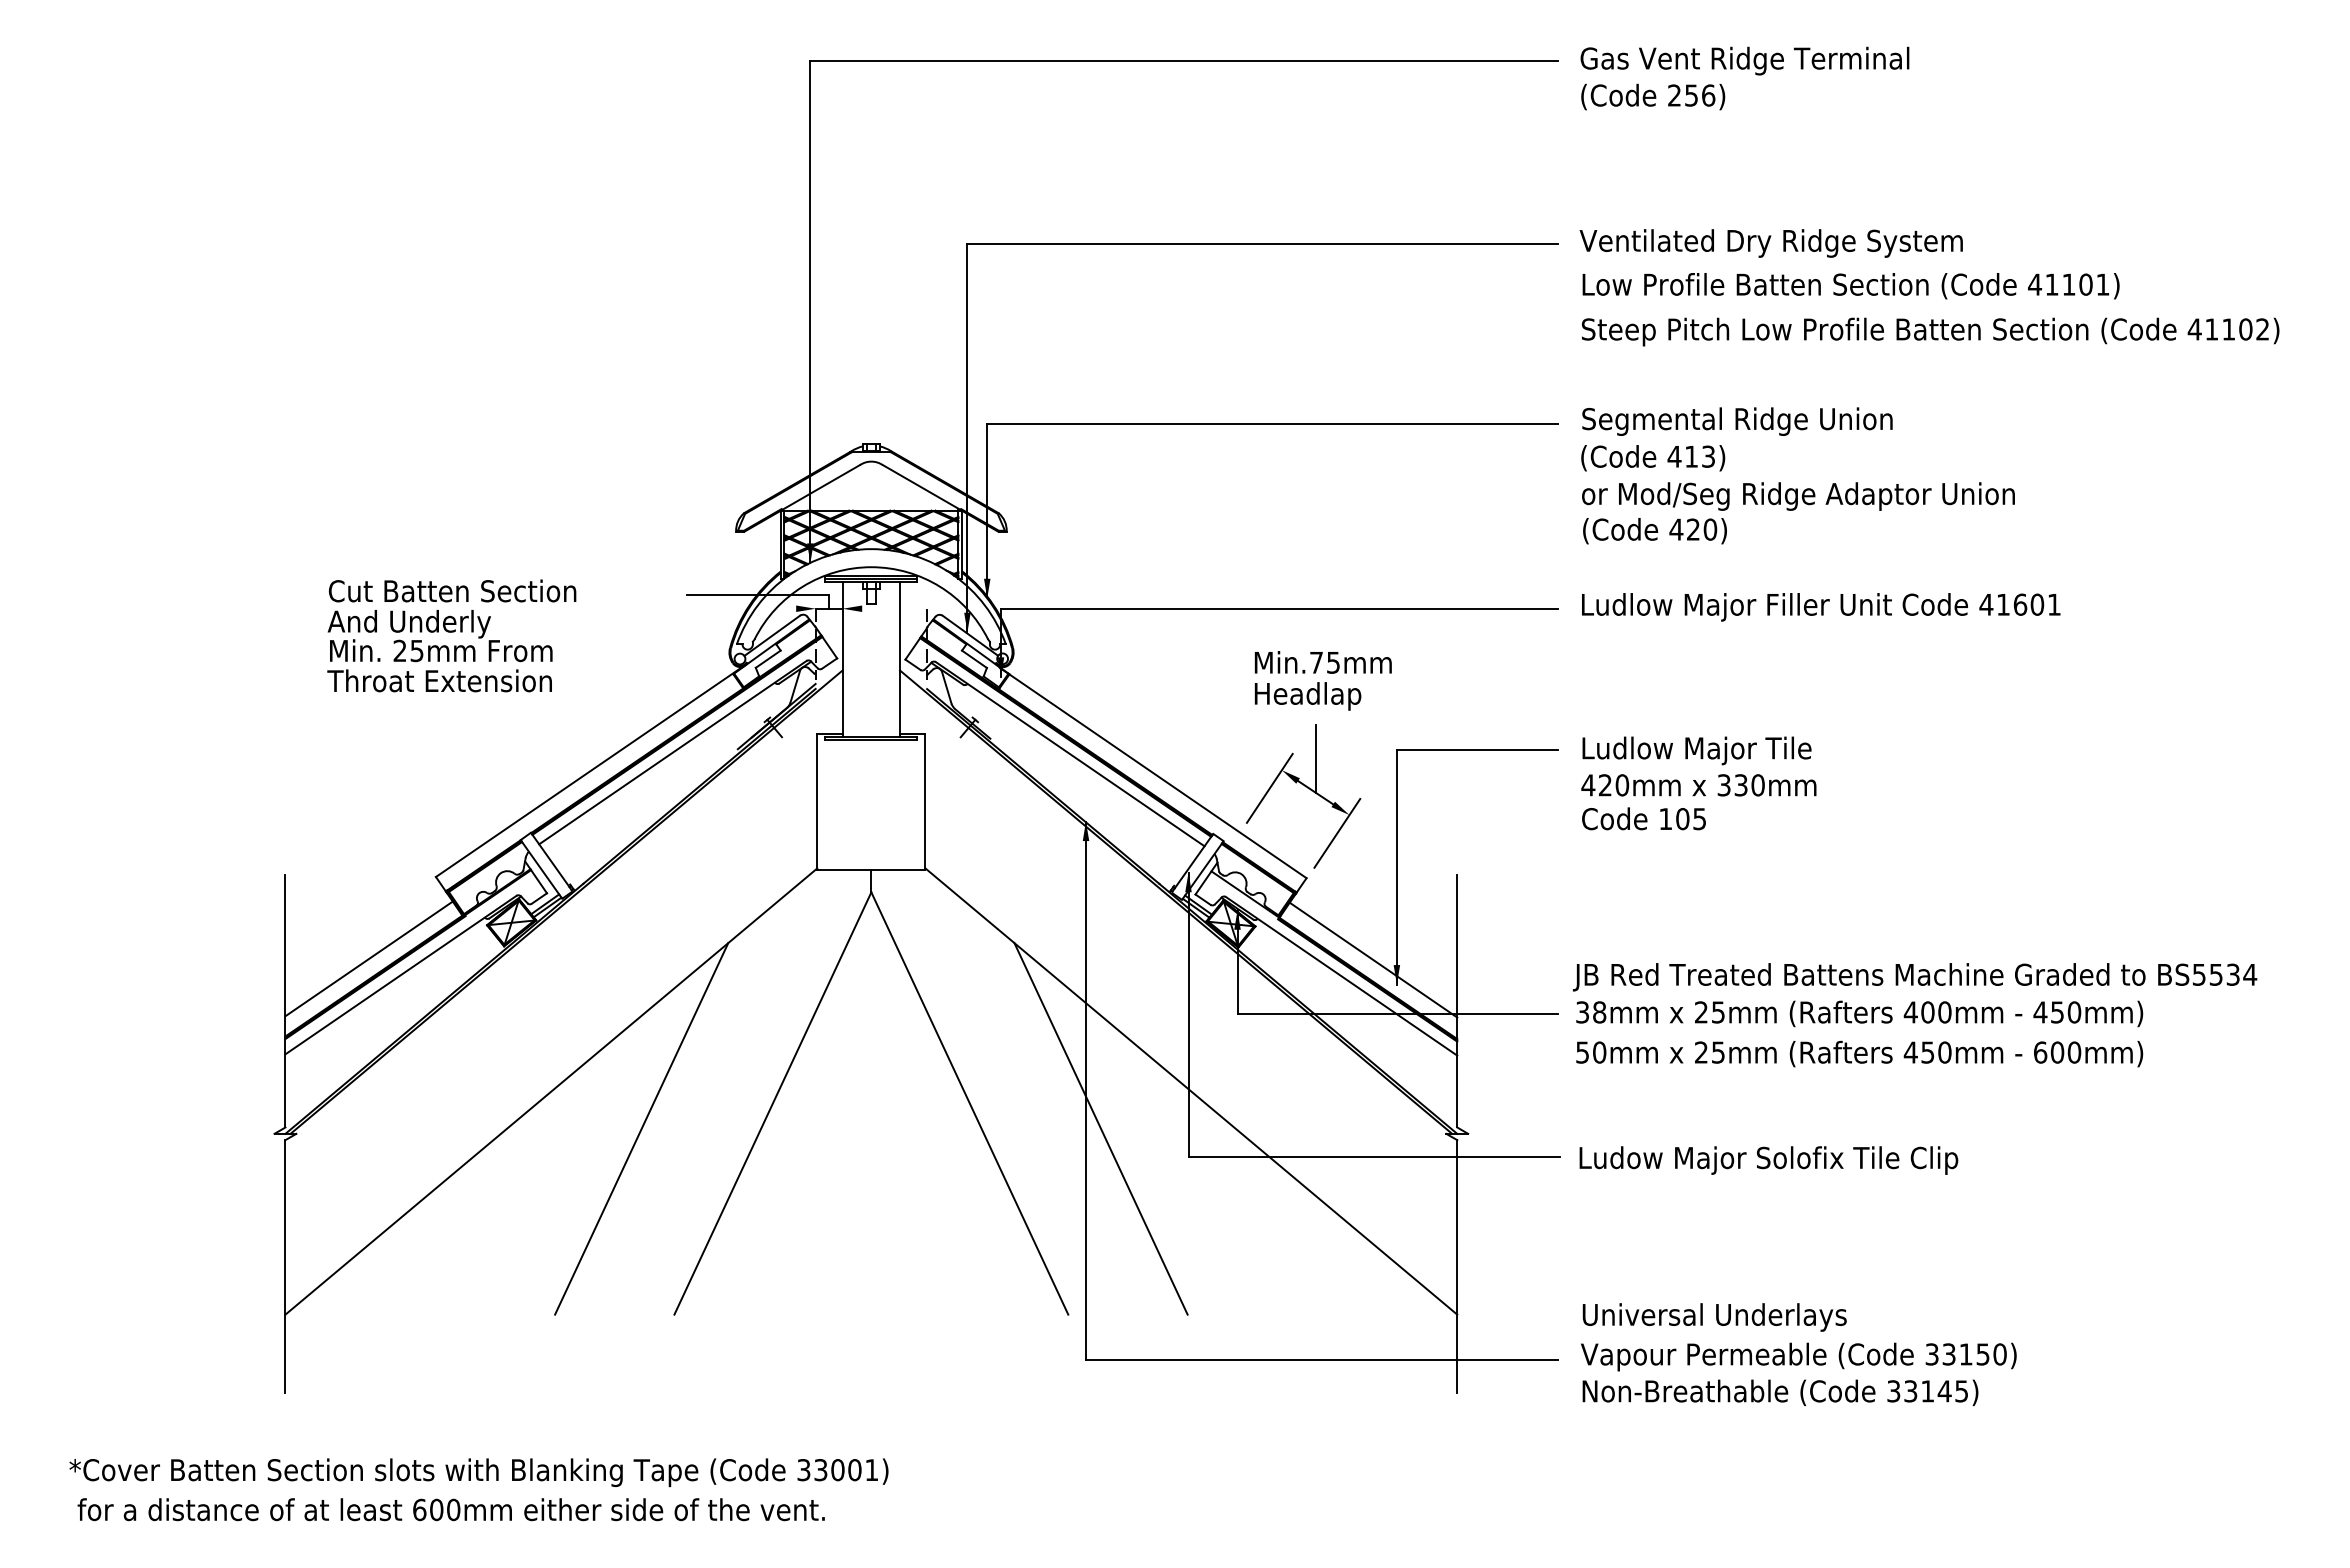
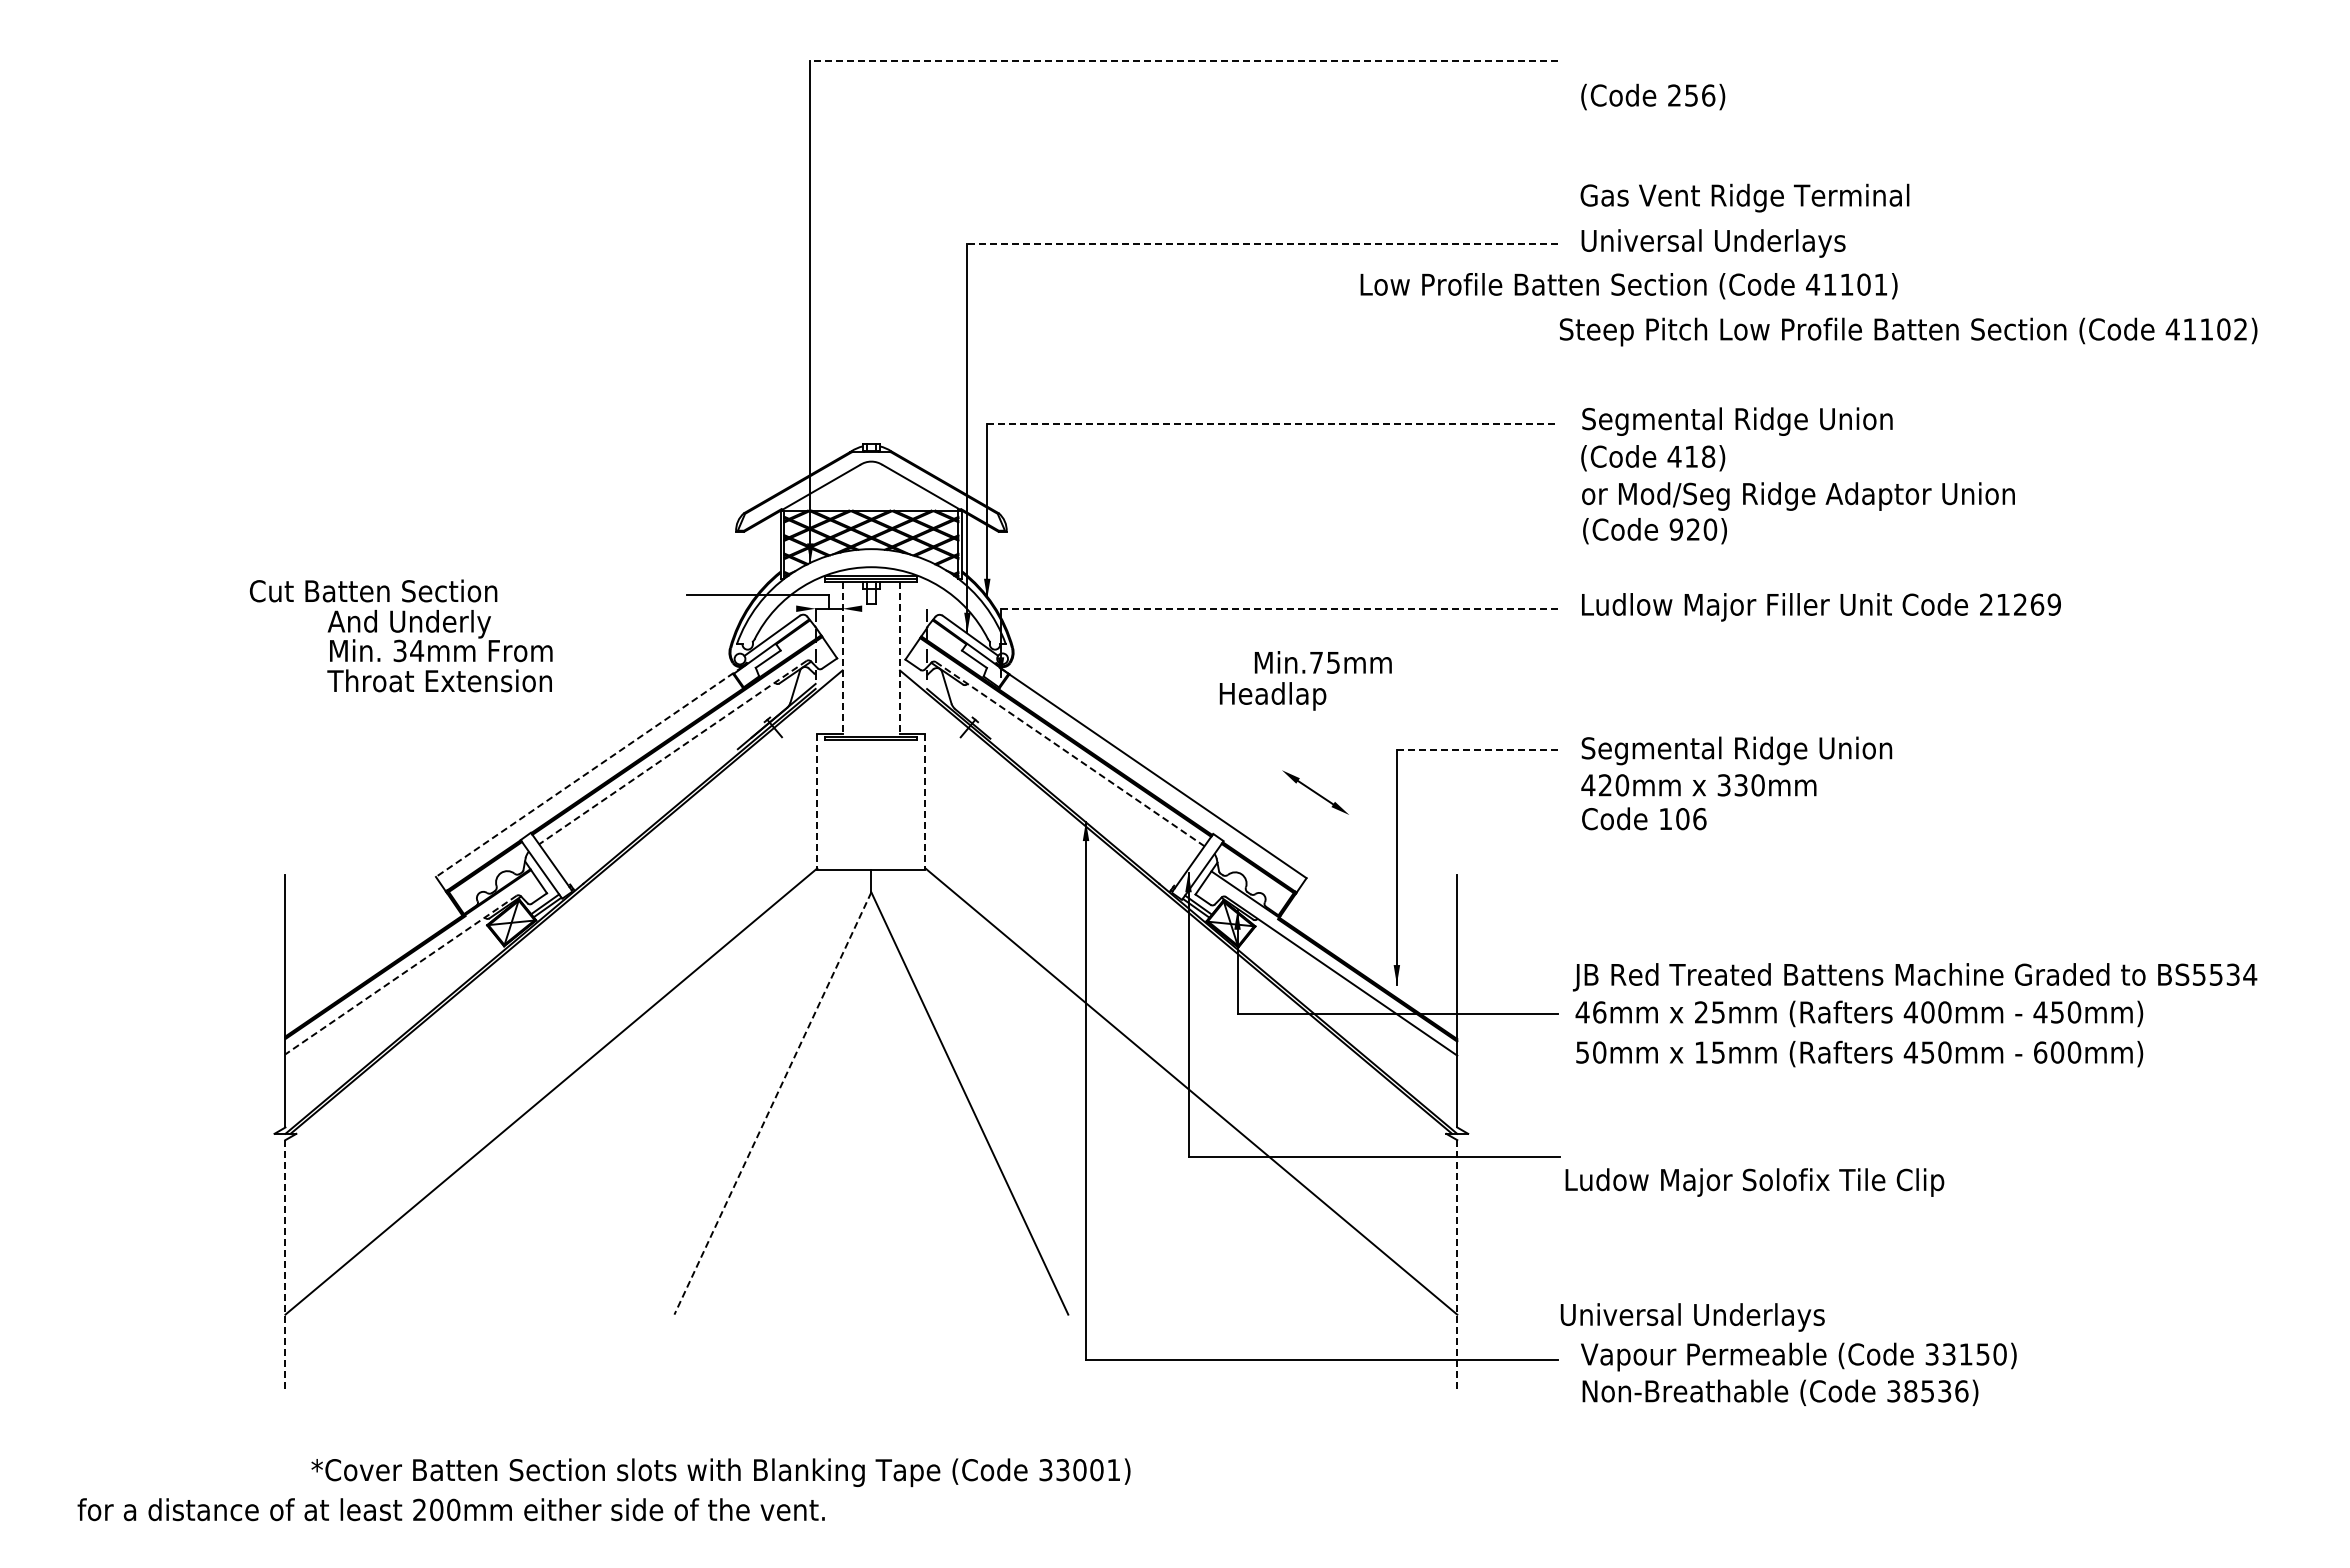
text at (1744, 60) position: (1744, 60) -> (1744, 197)
line at (1184, 61): solid -> dashed
text at (1770, 243): Ventilated Dry Ridge System -> Universal Underlays
line at (1262, 244): solid -> dashed
text at (1850, 286) position: (1850, 286) -> (1628, 286)
text at (1930, 331) position: (1930, 331) -> (1908, 331)
line at (1272, 423): solid -> dashed
text at (1708, 456): 413) -> 418)
text at (1676, 529): 420) -> 920)
text at (452, 590) position: (452, 590) -> (373, 590)
text at (2019, 604): 41601 -> 21269
line at (1279, 608): solid -> dashed
text at (408, 651): 25mm -> 34mm
line at (842, 660): solid -> dashed
line at (900, 660): solid -> dashed
text at (1307, 696) position: (1307, 696) -> (1272, 696)
line at (1477, 749): solid -> dashed
text at (1736, 750): Ludlow Major Tile -> Segmental Ridge Union
line at (672, 752): solid -> dashed
line at (1070, 754): solid -> dashed
line at (1315, 758): present -> none
line at (589, 772): solid -> dashed
line at (1269, 787): present -> none
line at (817, 801): solid -> dashed
line at (925, 801): solid -> dashed
text at (1699, 819): 105 -> 106
line at (1337, 832): present -> none
line at (368, 958): present -> none
line at (1373, 959): present -> none
line at (400, 975): solid -> dashed
text at (1590, 1012): 38mm -> 46mm
text at (1701, 1052): 25mm -> 15mm
line at (772, 1103): solid -> dashed
line at (641, 1128): present -> none
line at (1100, 1128): present -> none
text at (1768, 1160) position: (1768, 1160) -> (1754, 1182)
line at (285, 1267): solid -> dashed
line at (1457, 1267): solid -> dashed
text at (1714, 1317) position: (1714, 1317) -> (1692, 1317)
text at (1936, 1391): 33145) -> 38536)
text at (478, 1472) position: (478, 1472) -> (720, 1472)
text at (419, 1509): 600mm -> 200mm
